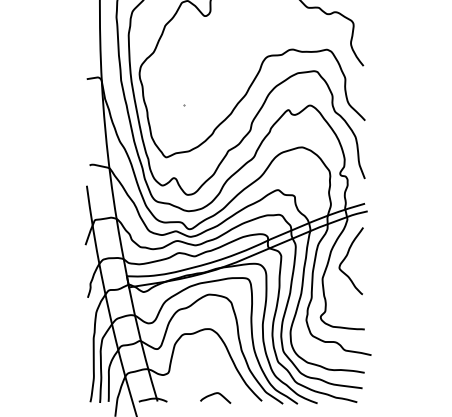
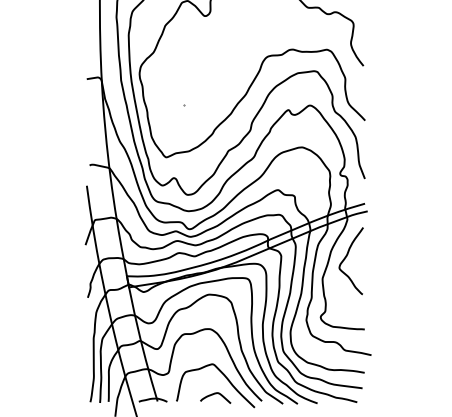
curve at (226, 379): none -> present
